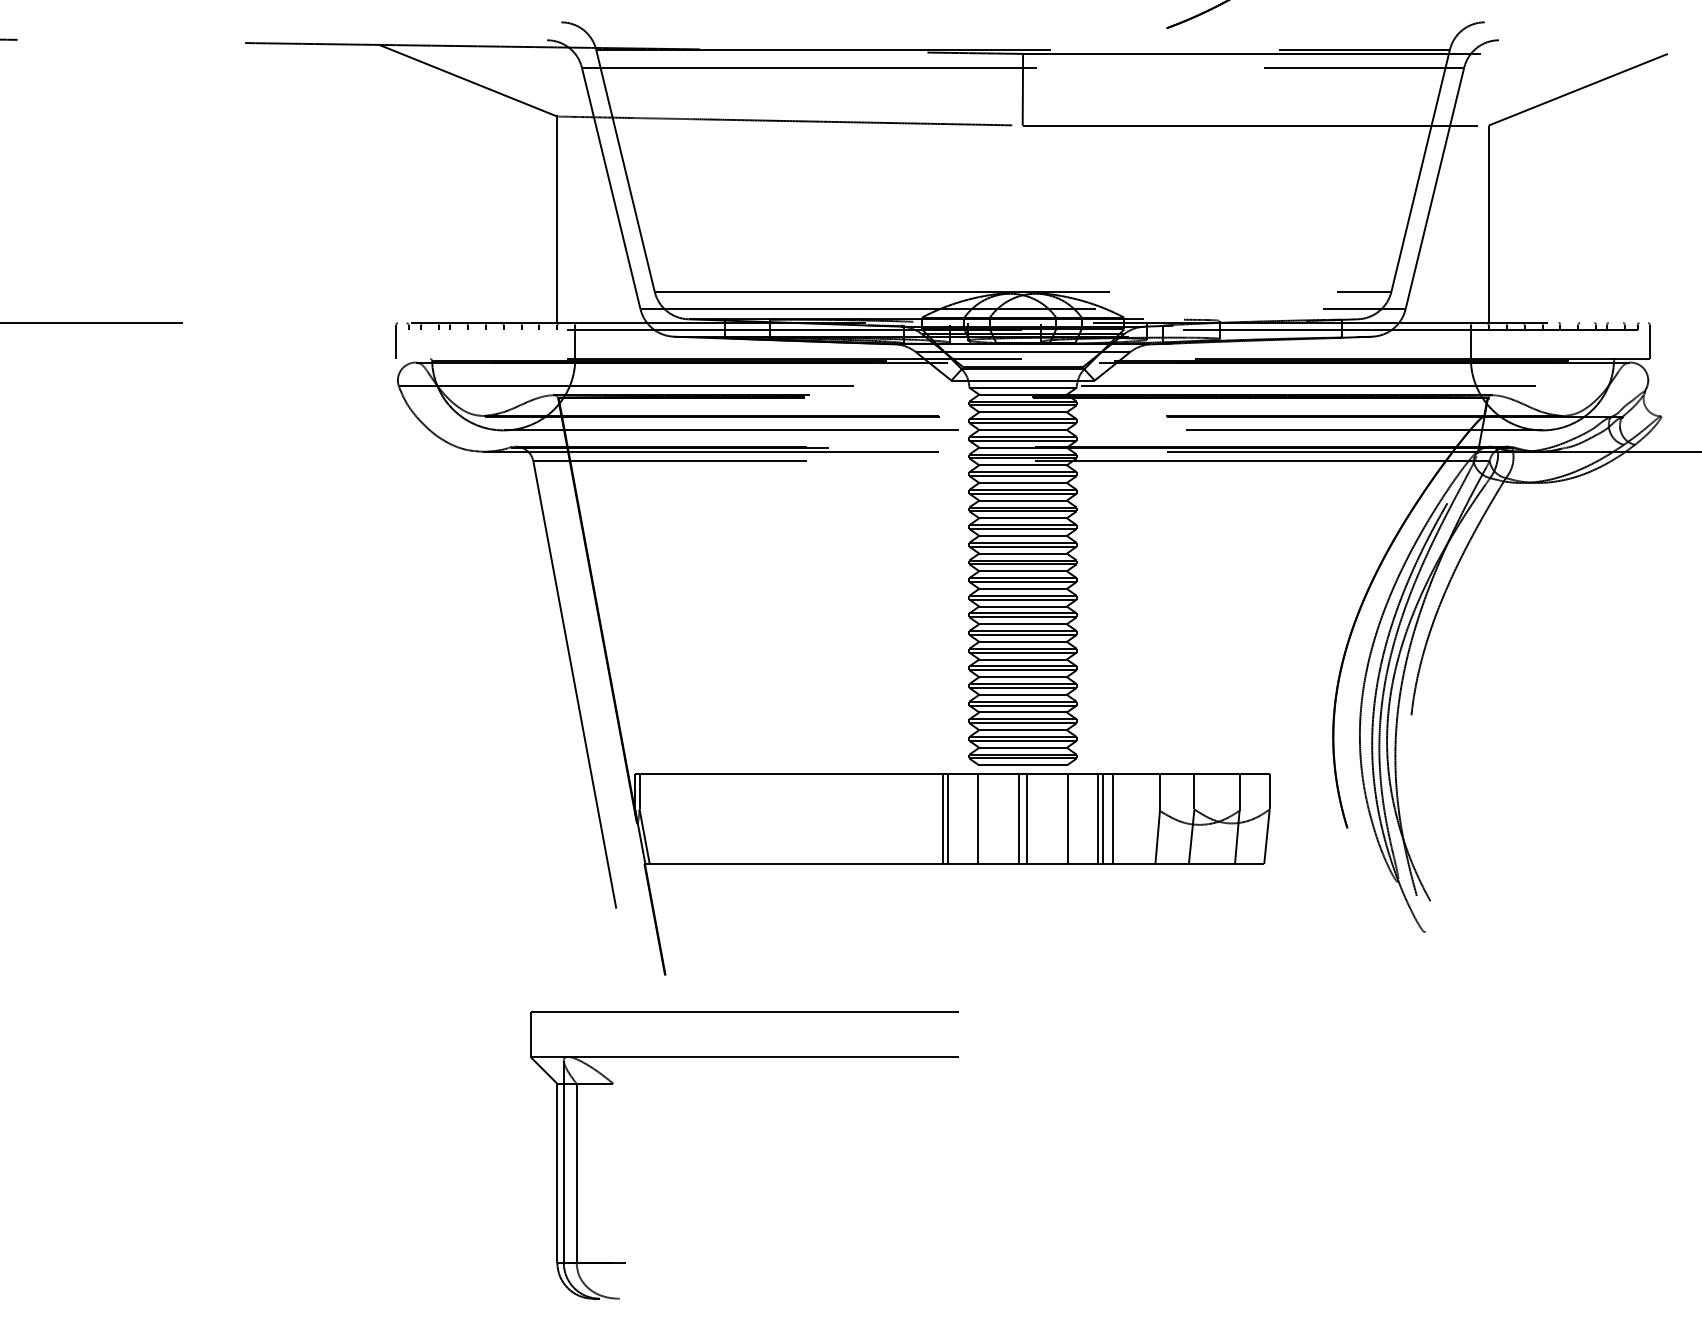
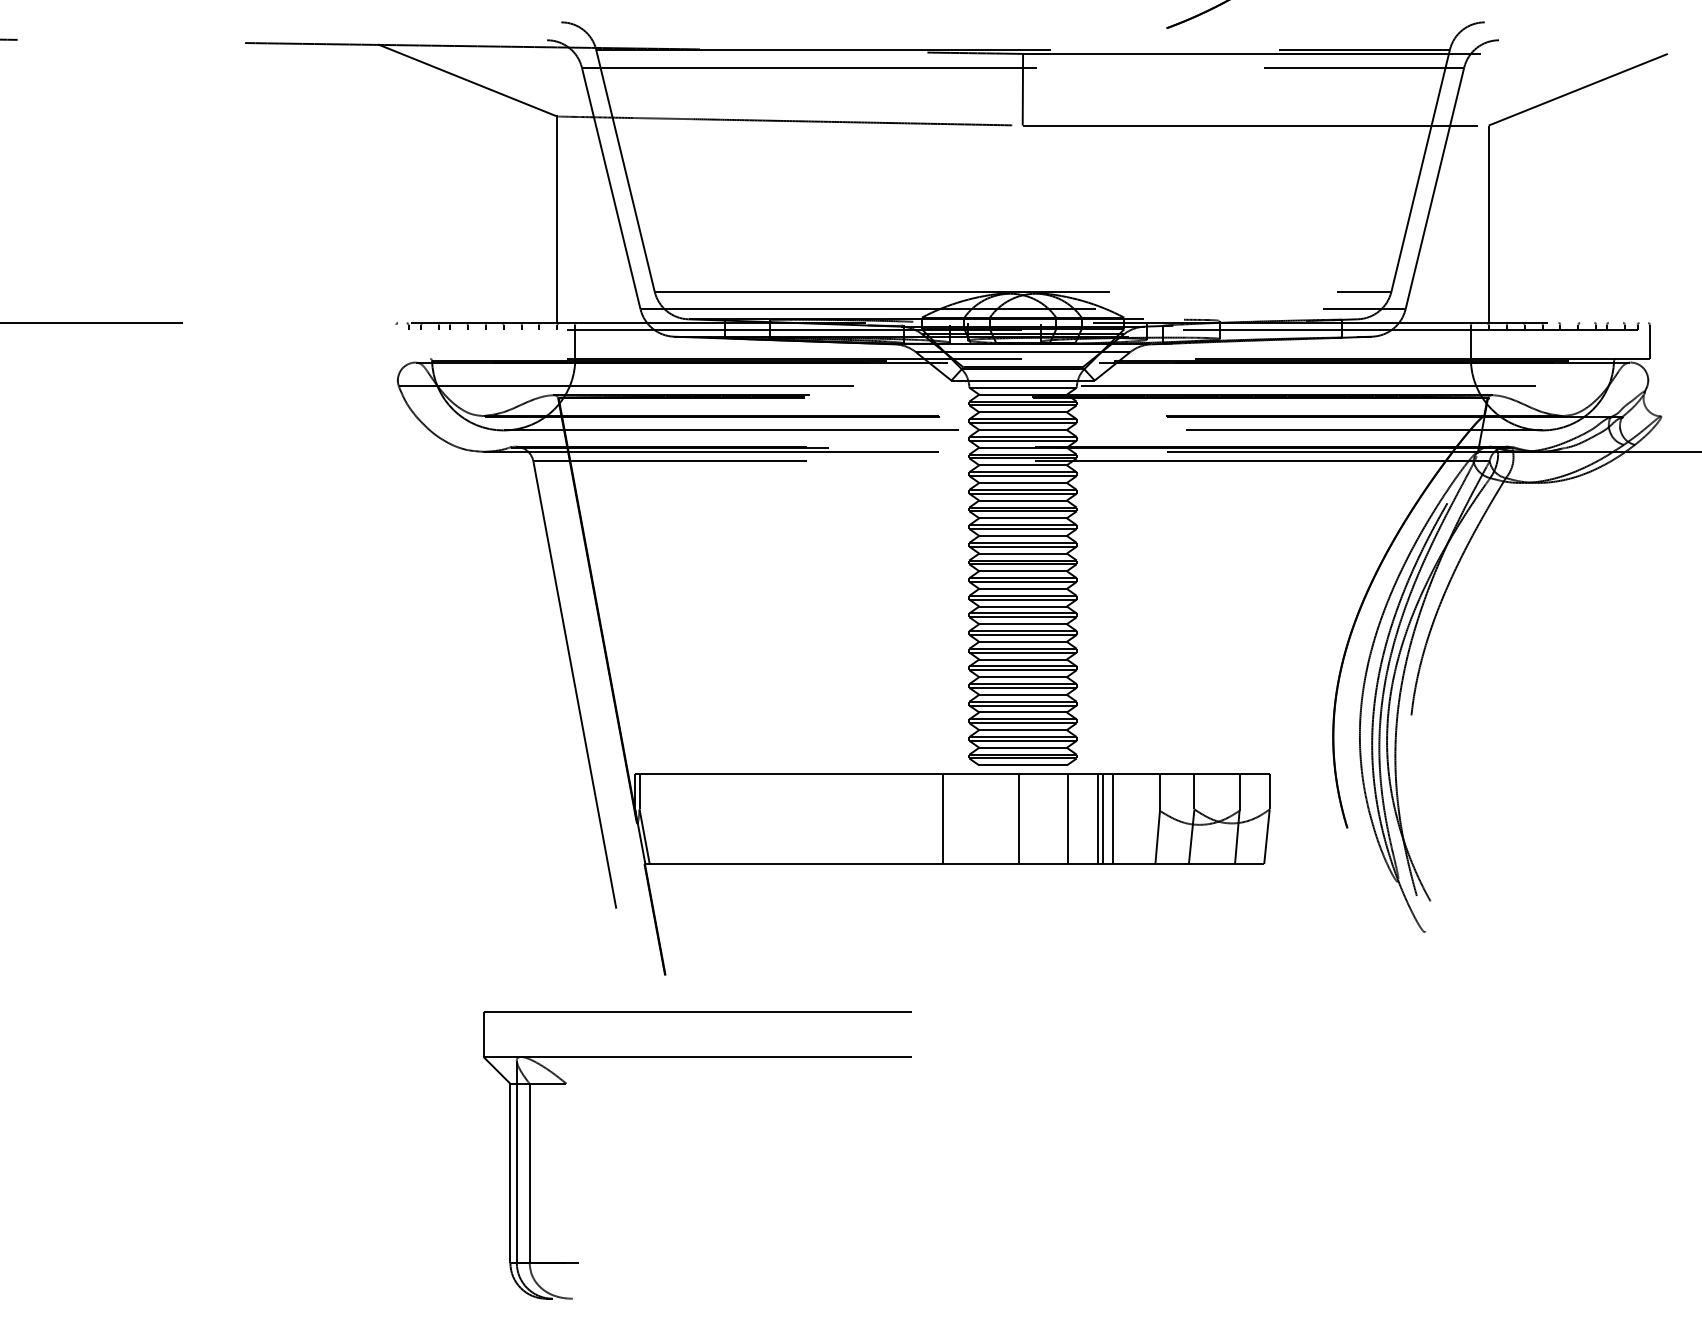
line at (396, 341): present -> none
line at (947, 819): present -> none
line at (978, 819): present -> none
line at (1027, 819): present -> none
part at (744, 1057) position: (744, 1057) -> (697, 1057)
